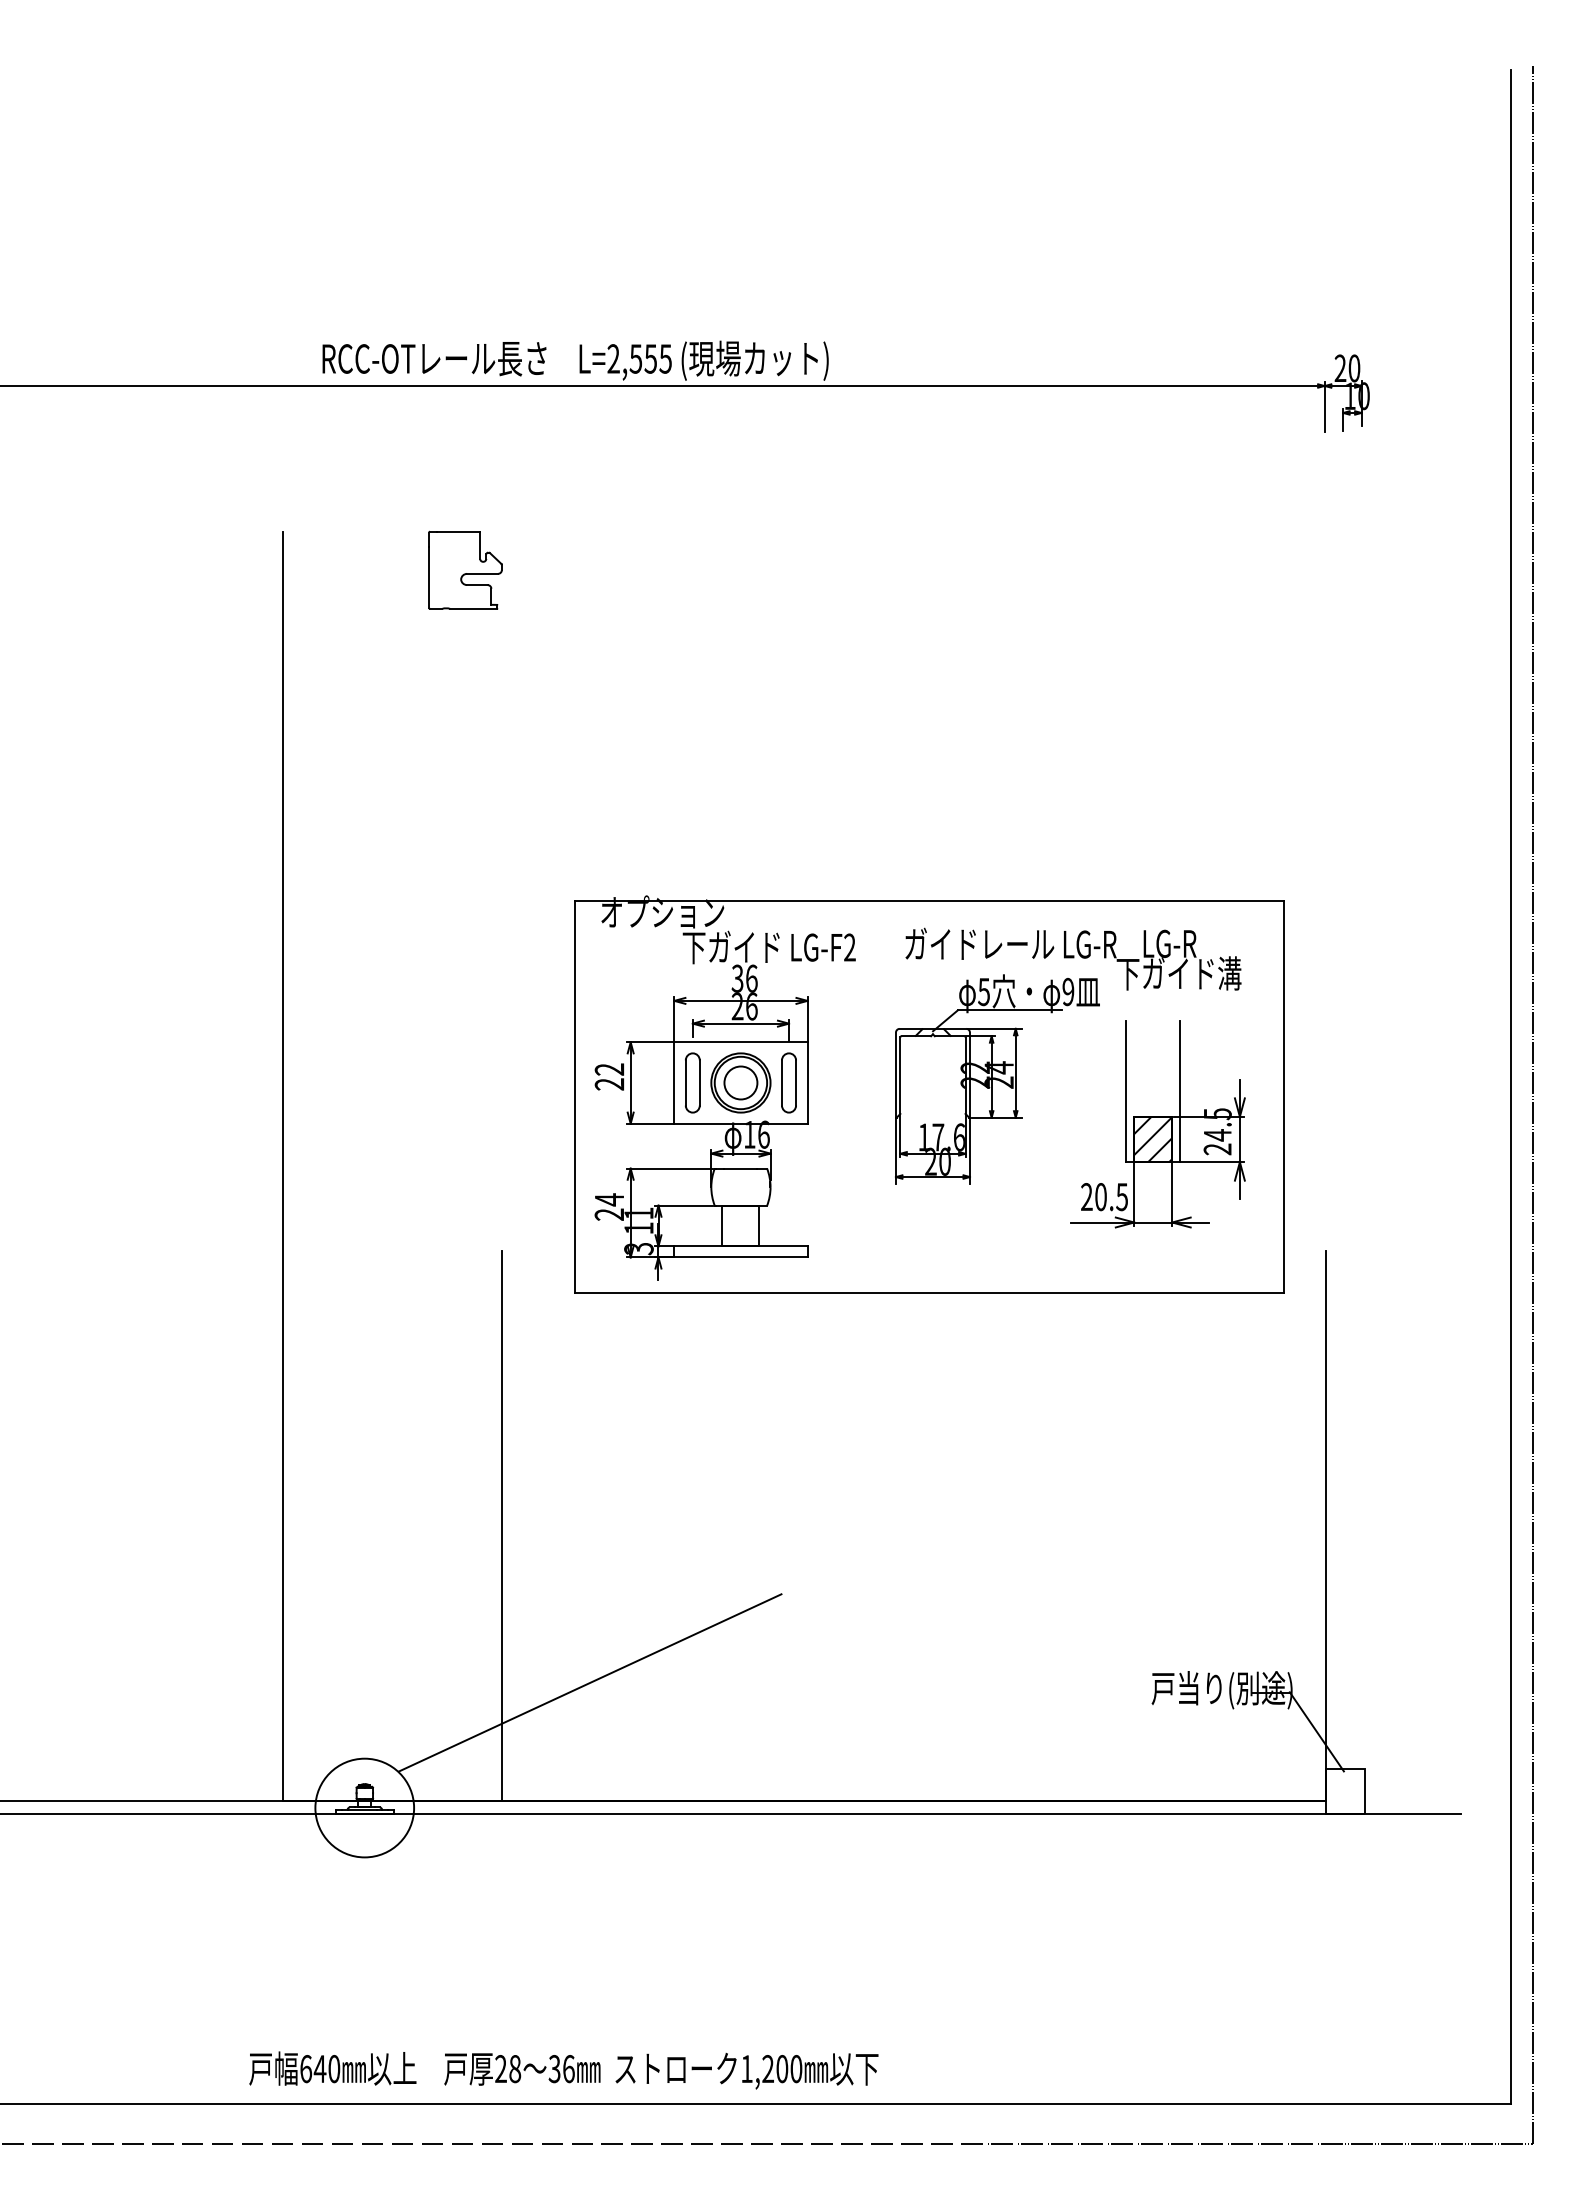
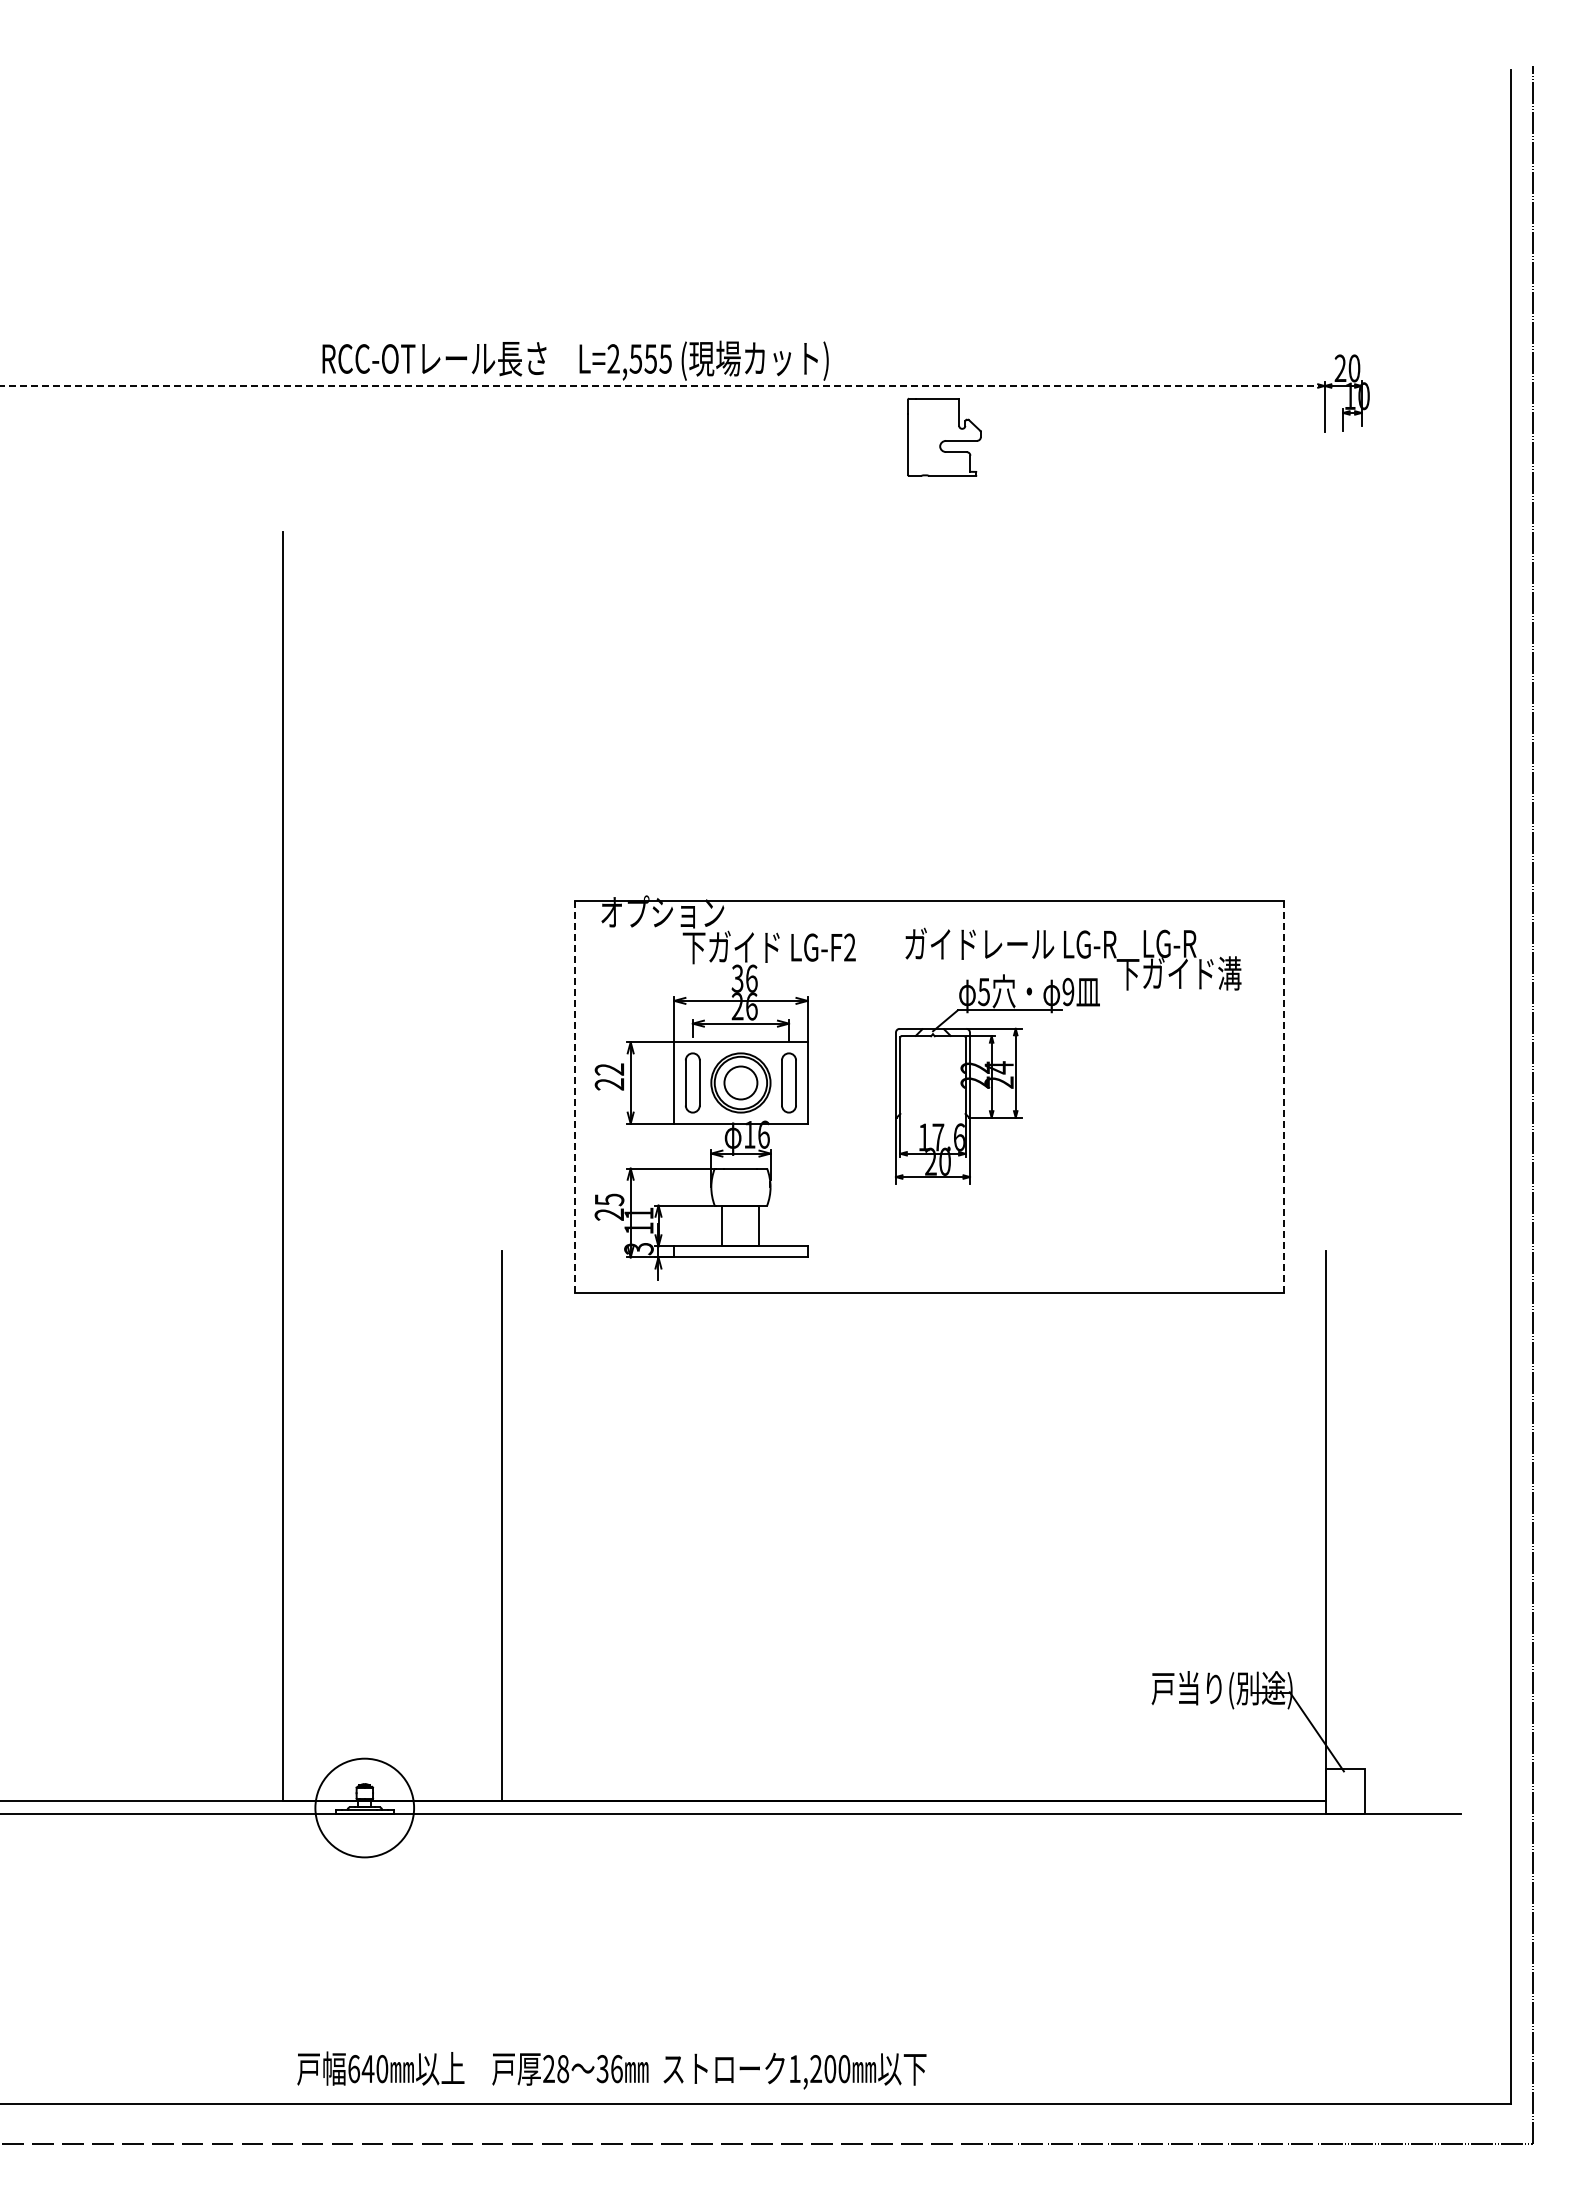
line at (662, 385): solid -> dashed
part at (465, 569) position: (465, 569) -> (944, 436)
line at (1284, 1096): solid -> dashed
line at (575, 1097): solid -> dashed
part at (1157, 1124): present -> none
text at (609, 1199): 24 -> 25
line at (589, 1682): present -> none
text at (563, 2070) position: (563, 2070) -> (611, 2070)
